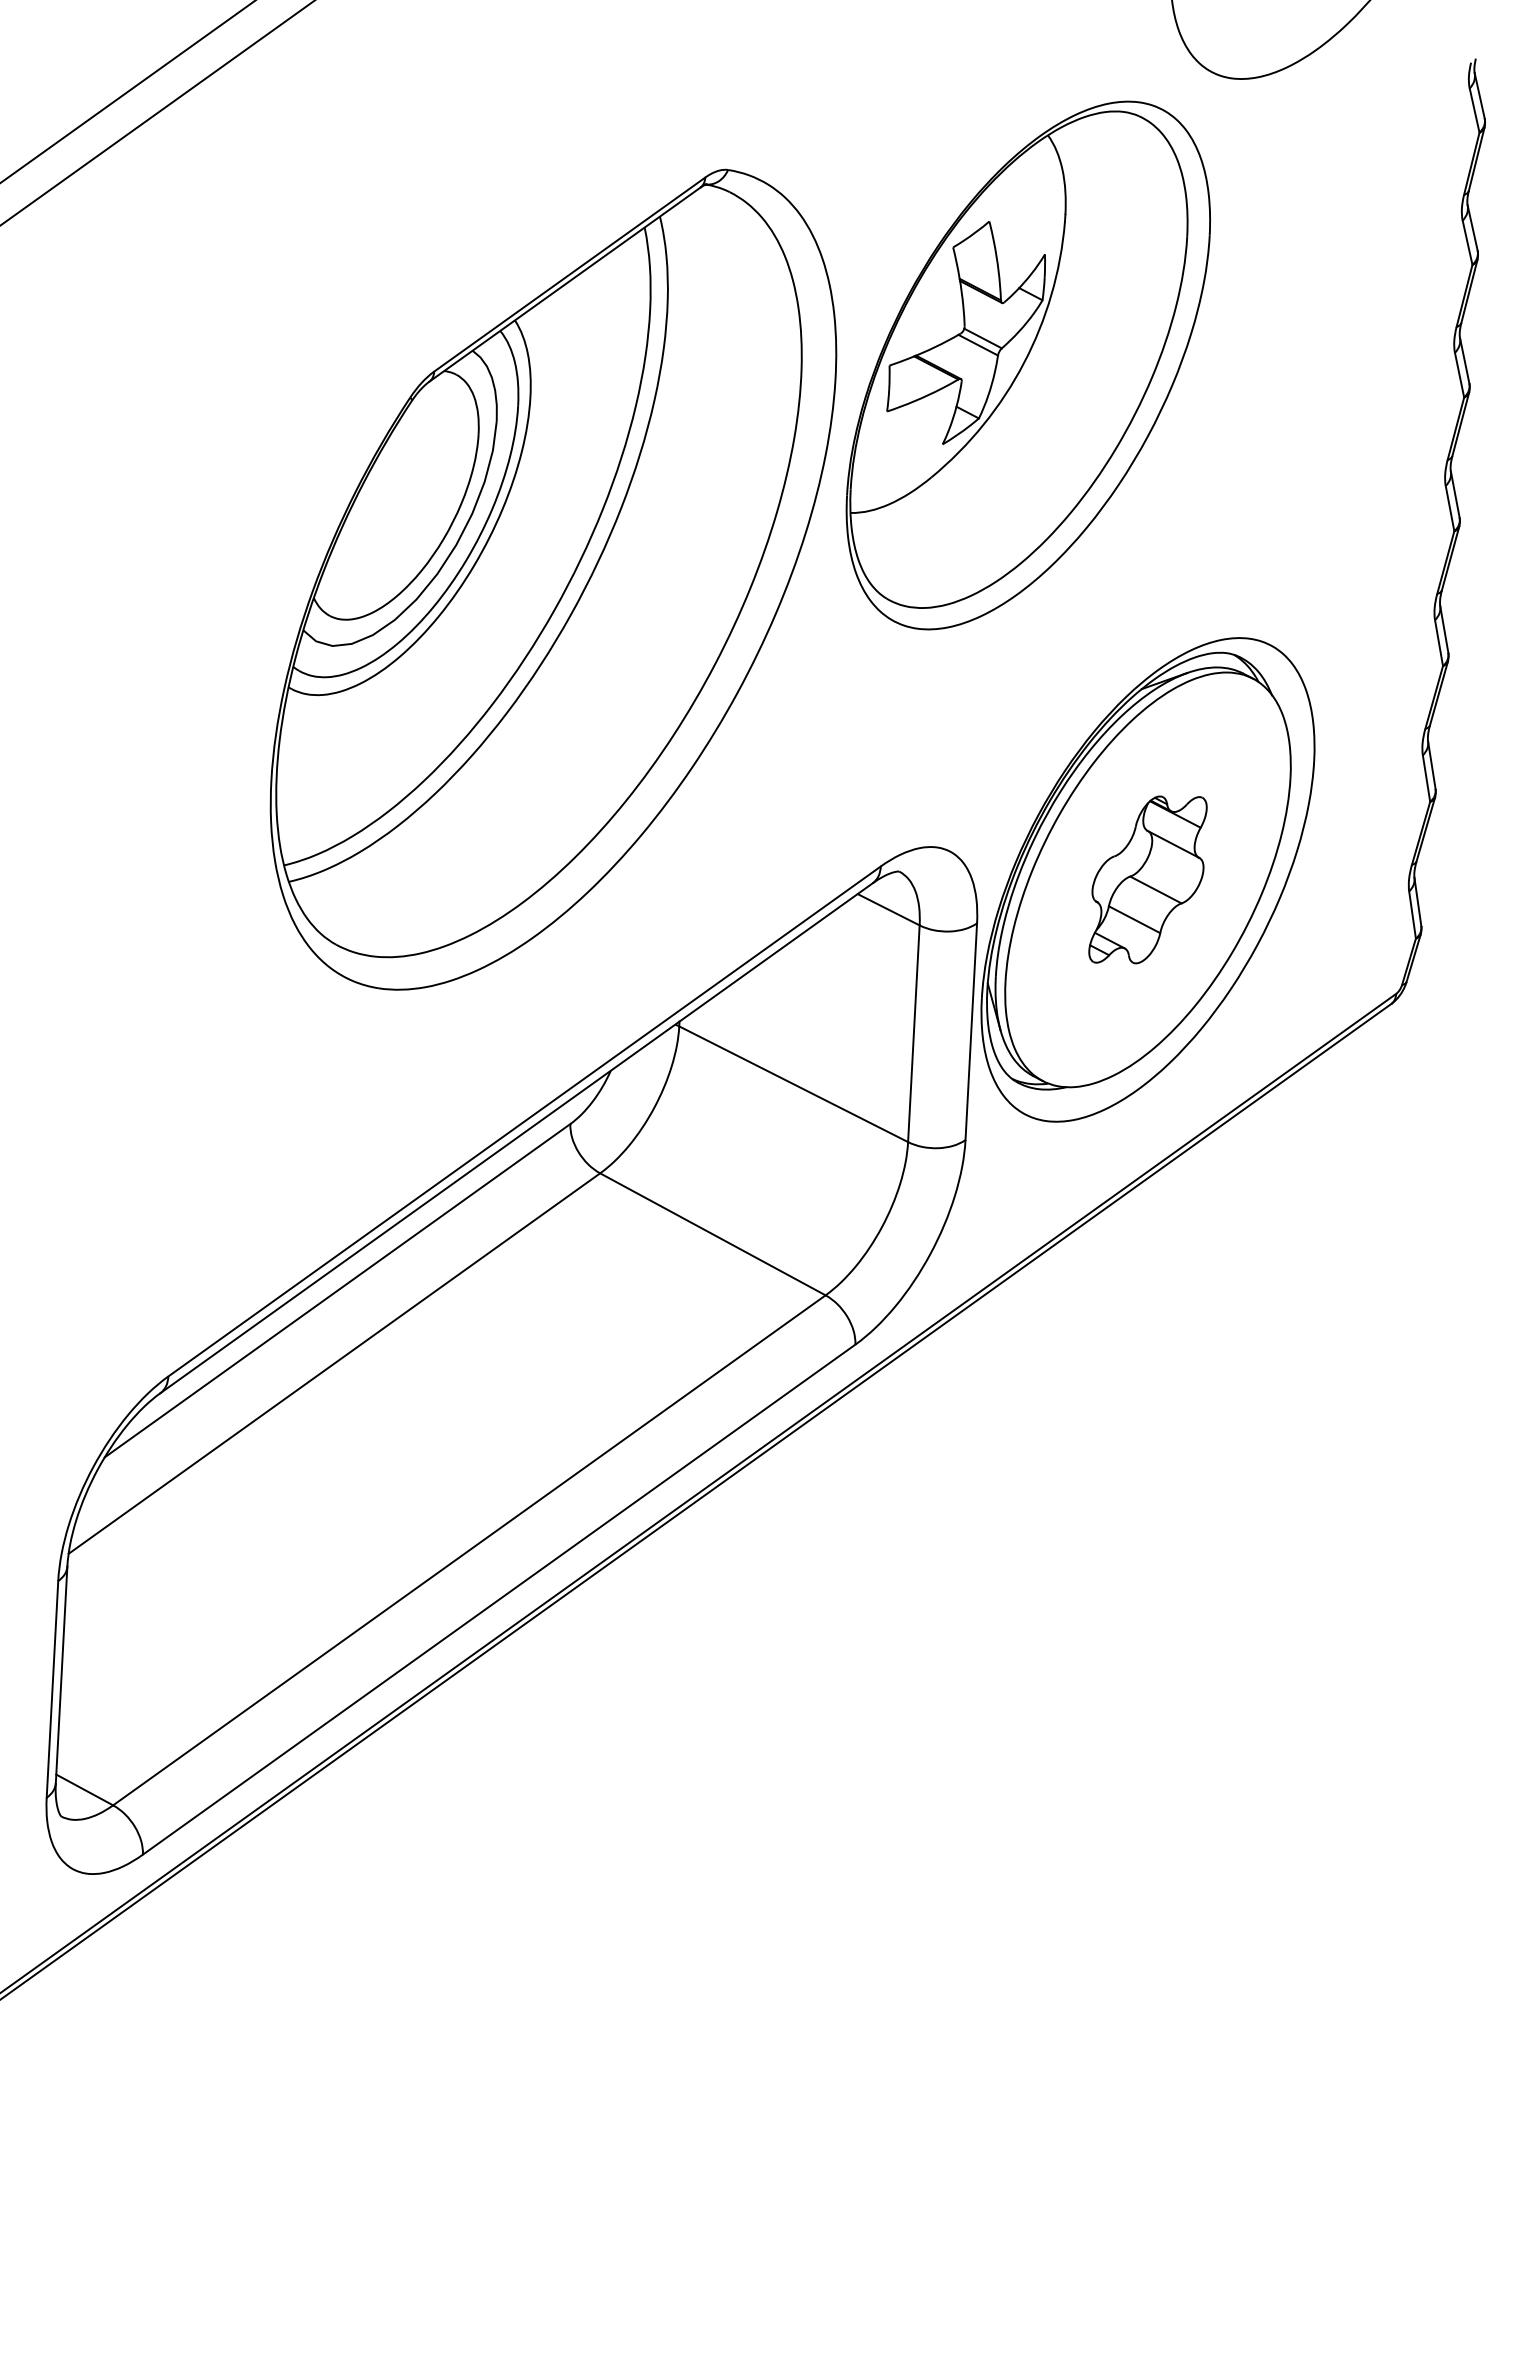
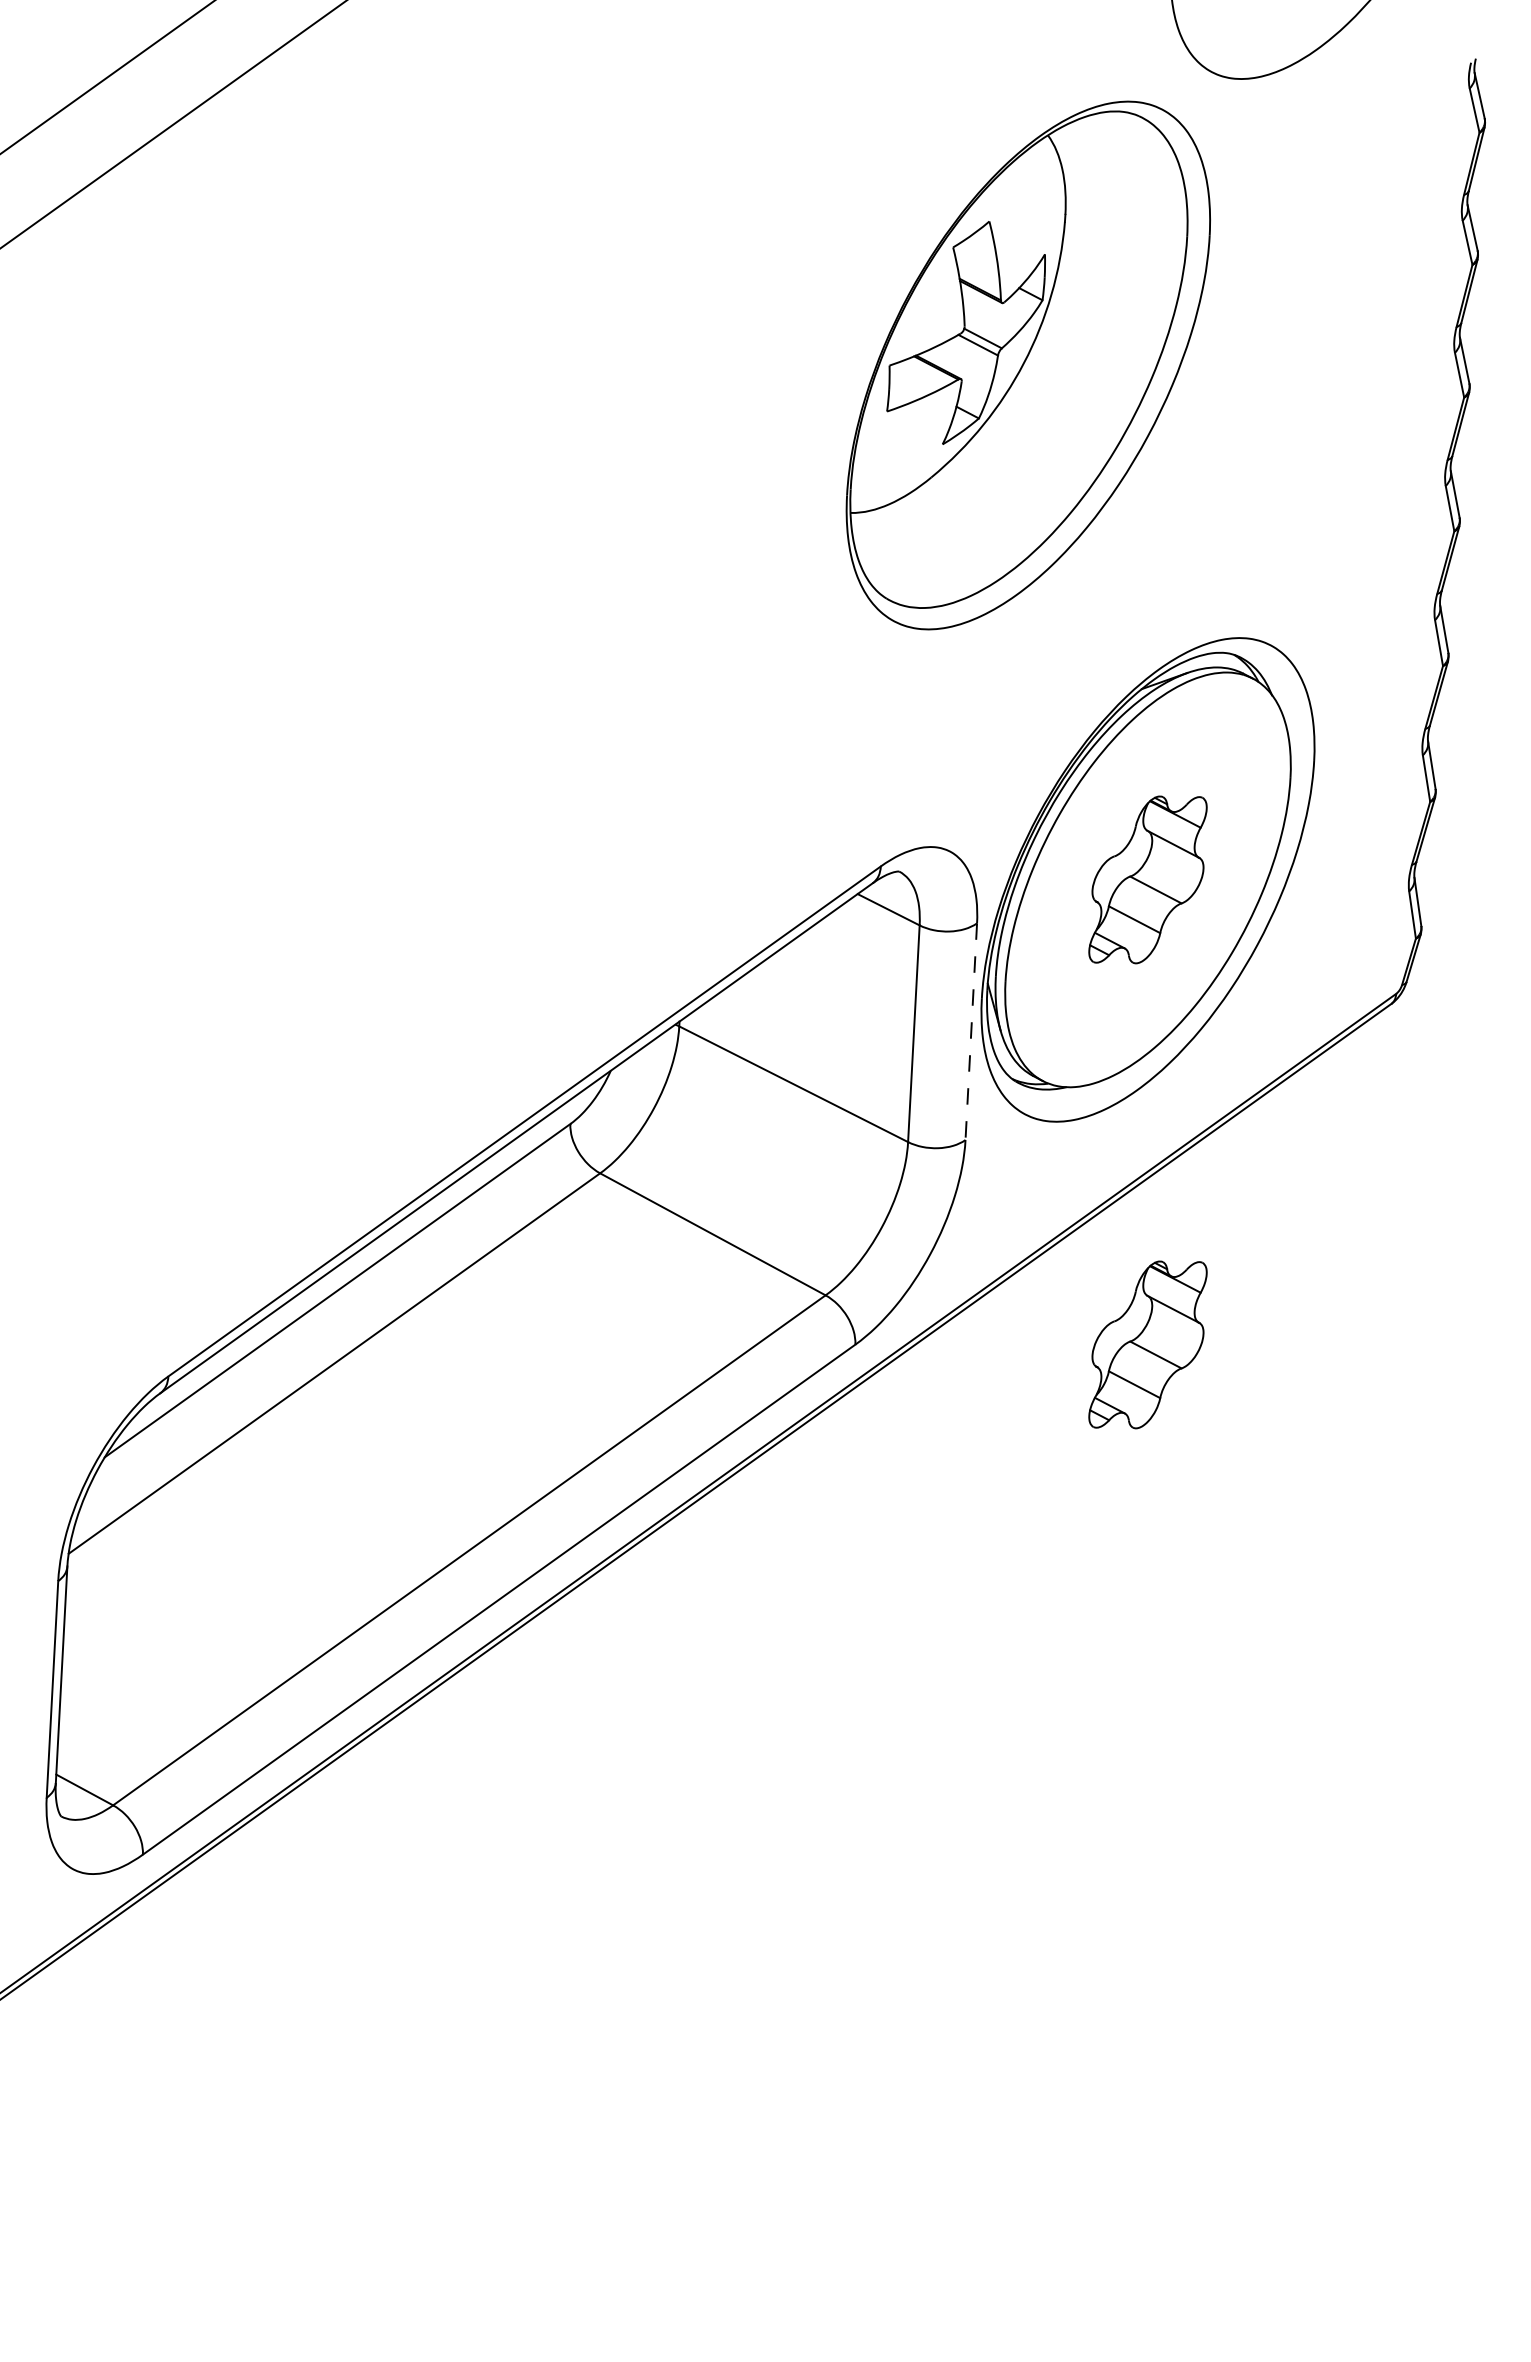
line at (127, 91) position: (127, 91) -> (107, 77)
line at (157, 113) position: (157, 113) -> (173, 124)
part at (553, 579): present -> none
line at (971, 1032): solid -> dashed
part at (1147, 1344): none -> present
